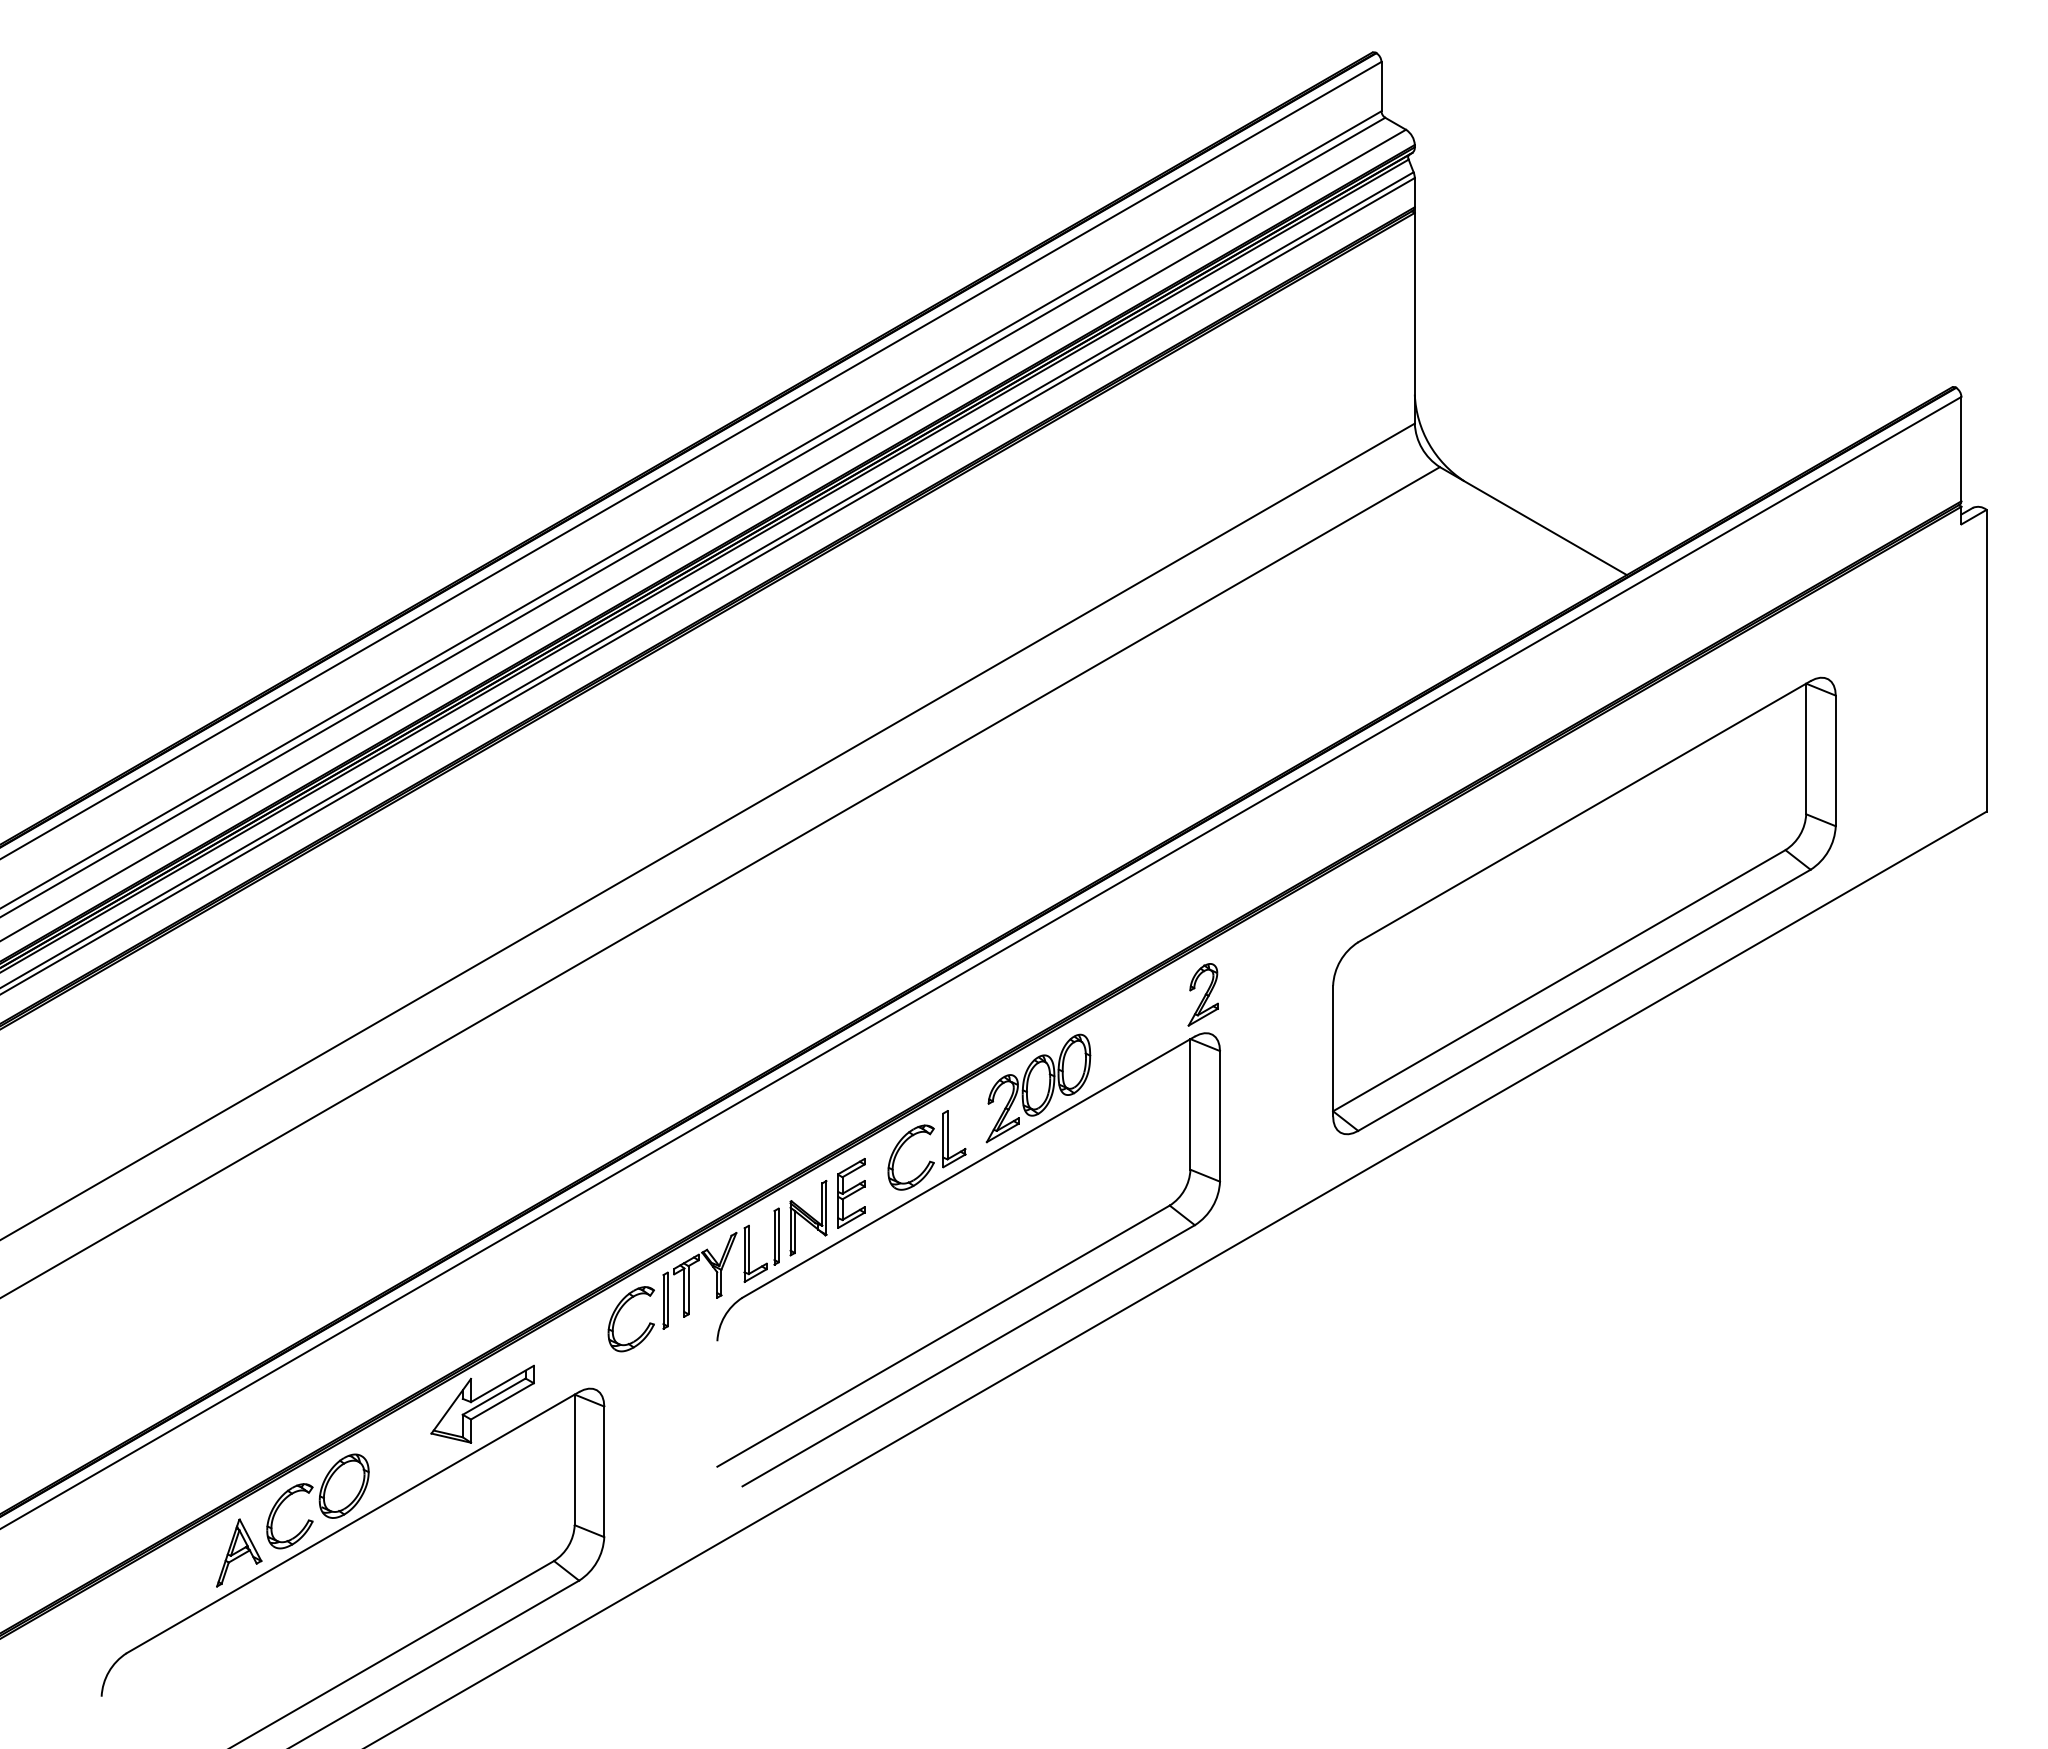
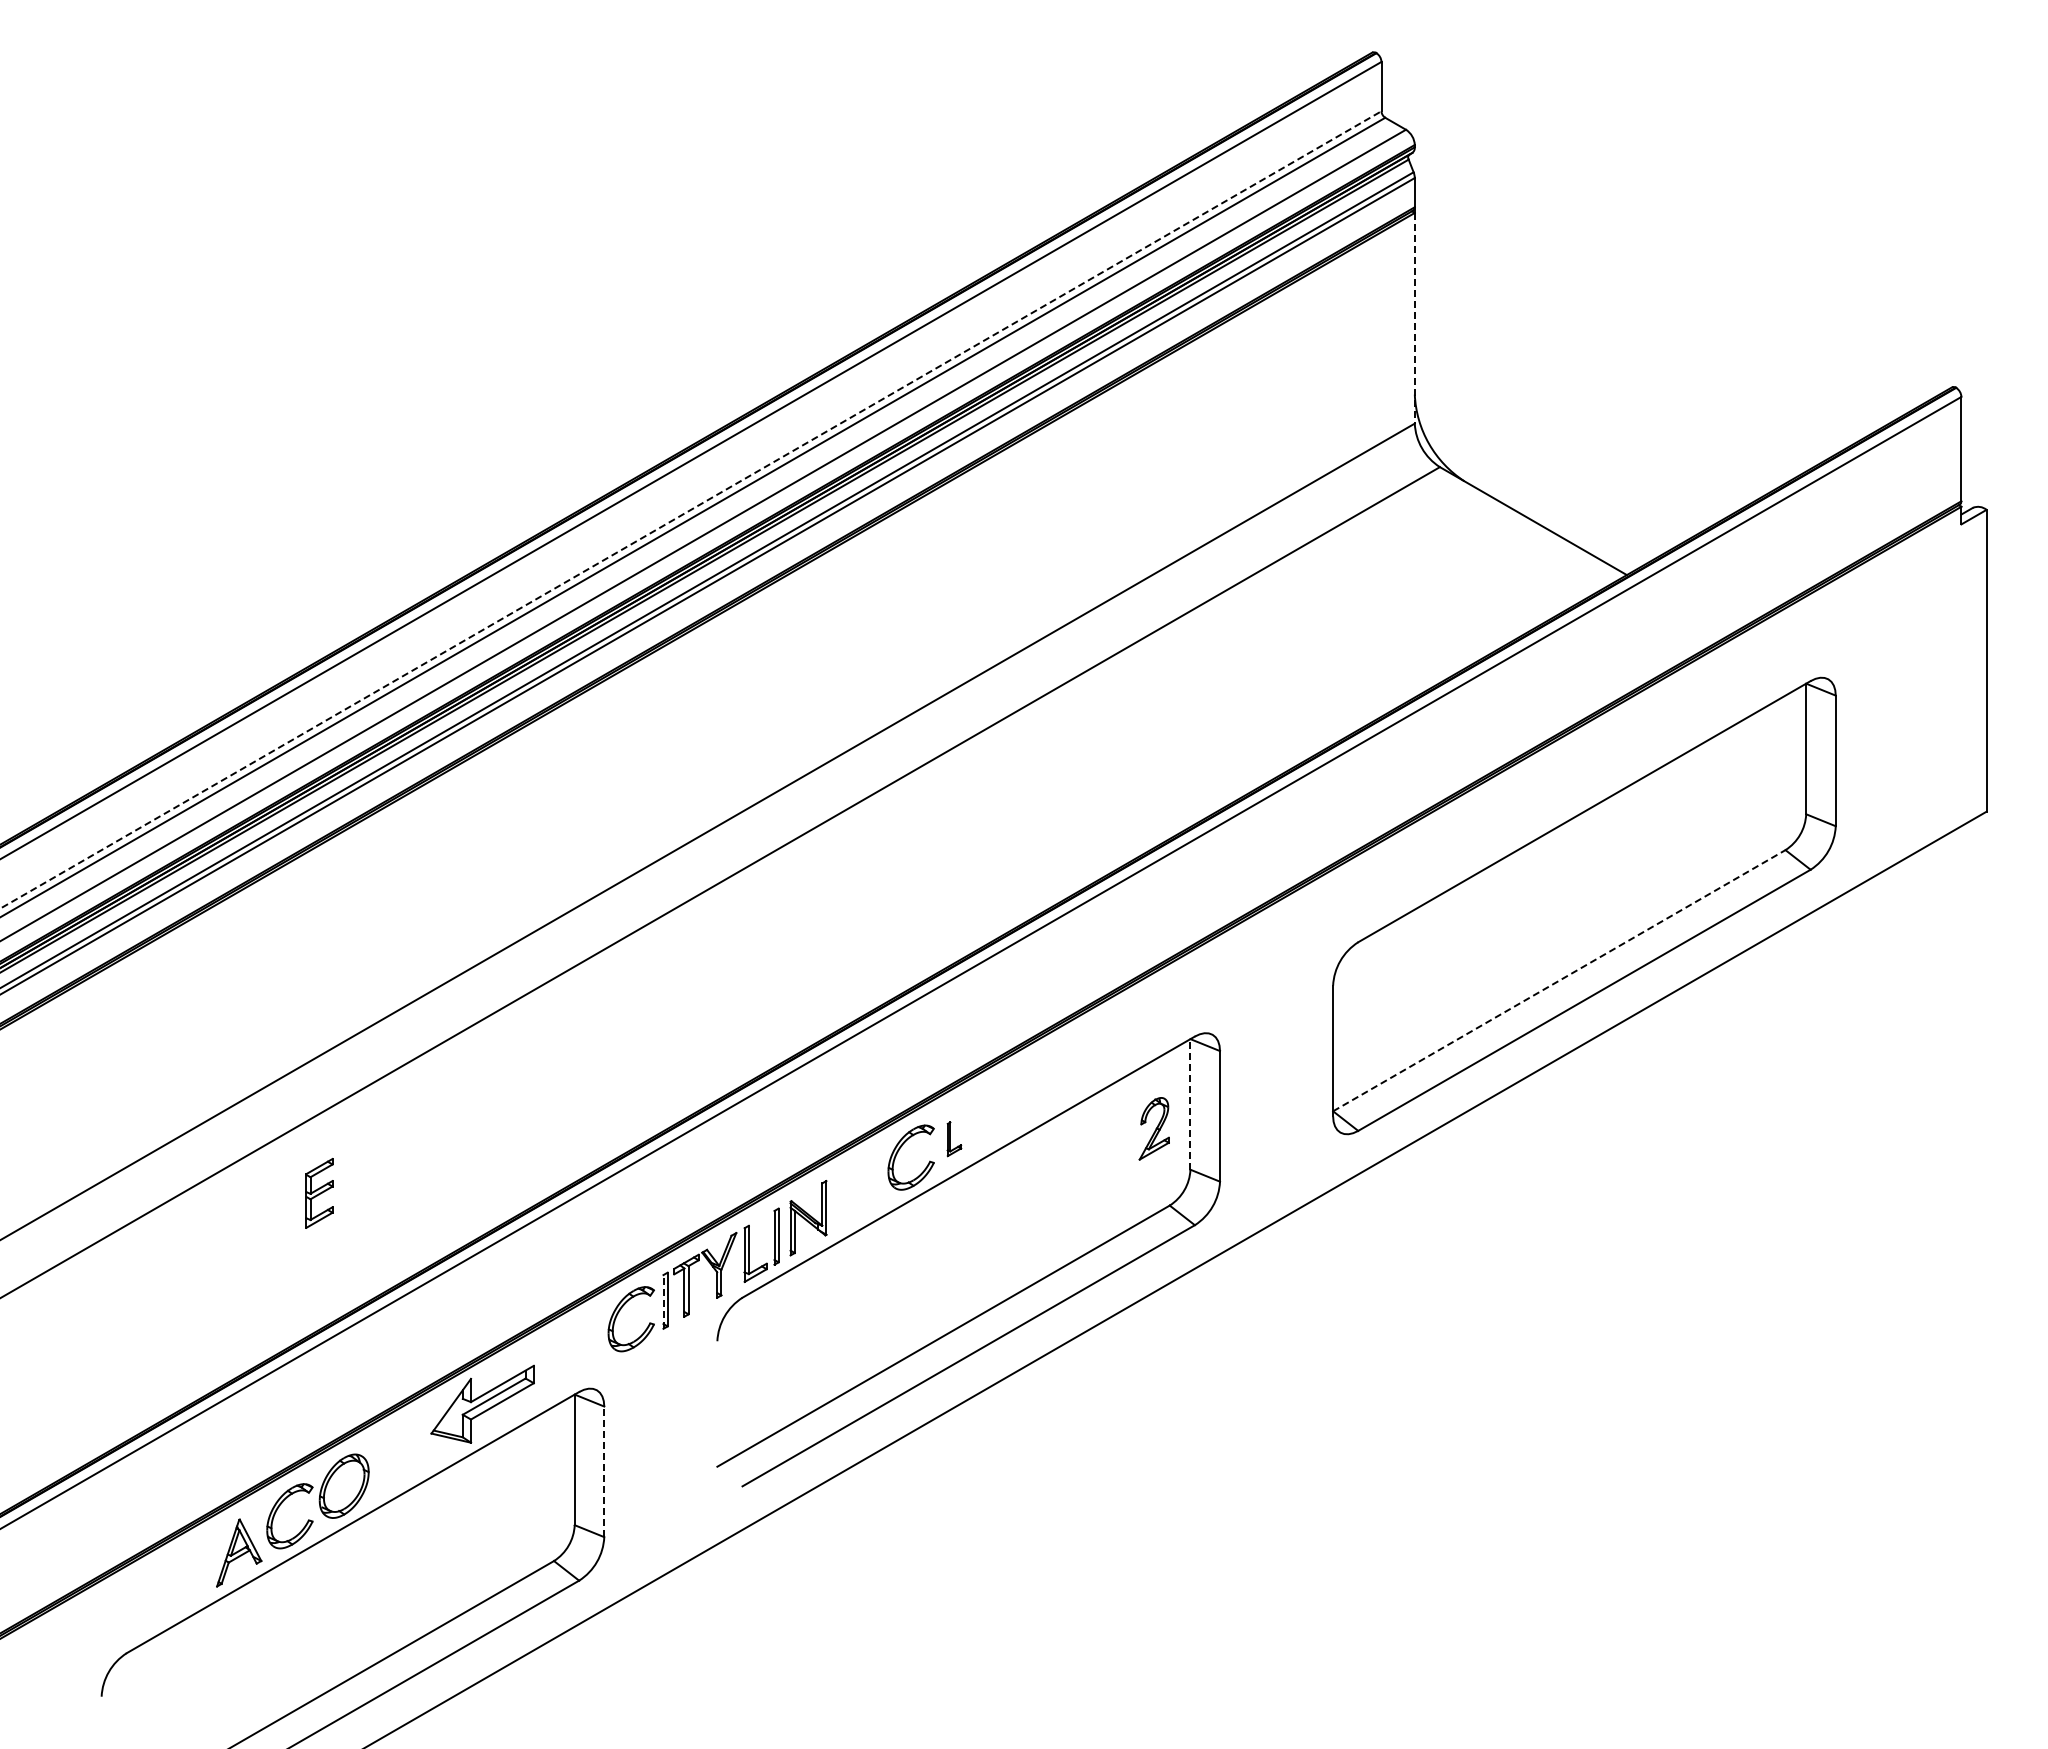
line at (1414, 318): solid -> dashed
line at (691, 509): solid -> dashed
line at (1559, 980): solid -> dashed
part at (1202, 994) position: (1202, 994) -> (1153, 1128)
part at (1038, 1088): present -> none
line at (1190, 1103): solid -> dashed
part at (954, 1139) size: 25x59 px -> 17x37 px
part at (851, 1193) position: (851, 1193) -> (319, 1193)
line at (663, 1301): solid -> dashed
line at (604, 1471): solid -> dashed
